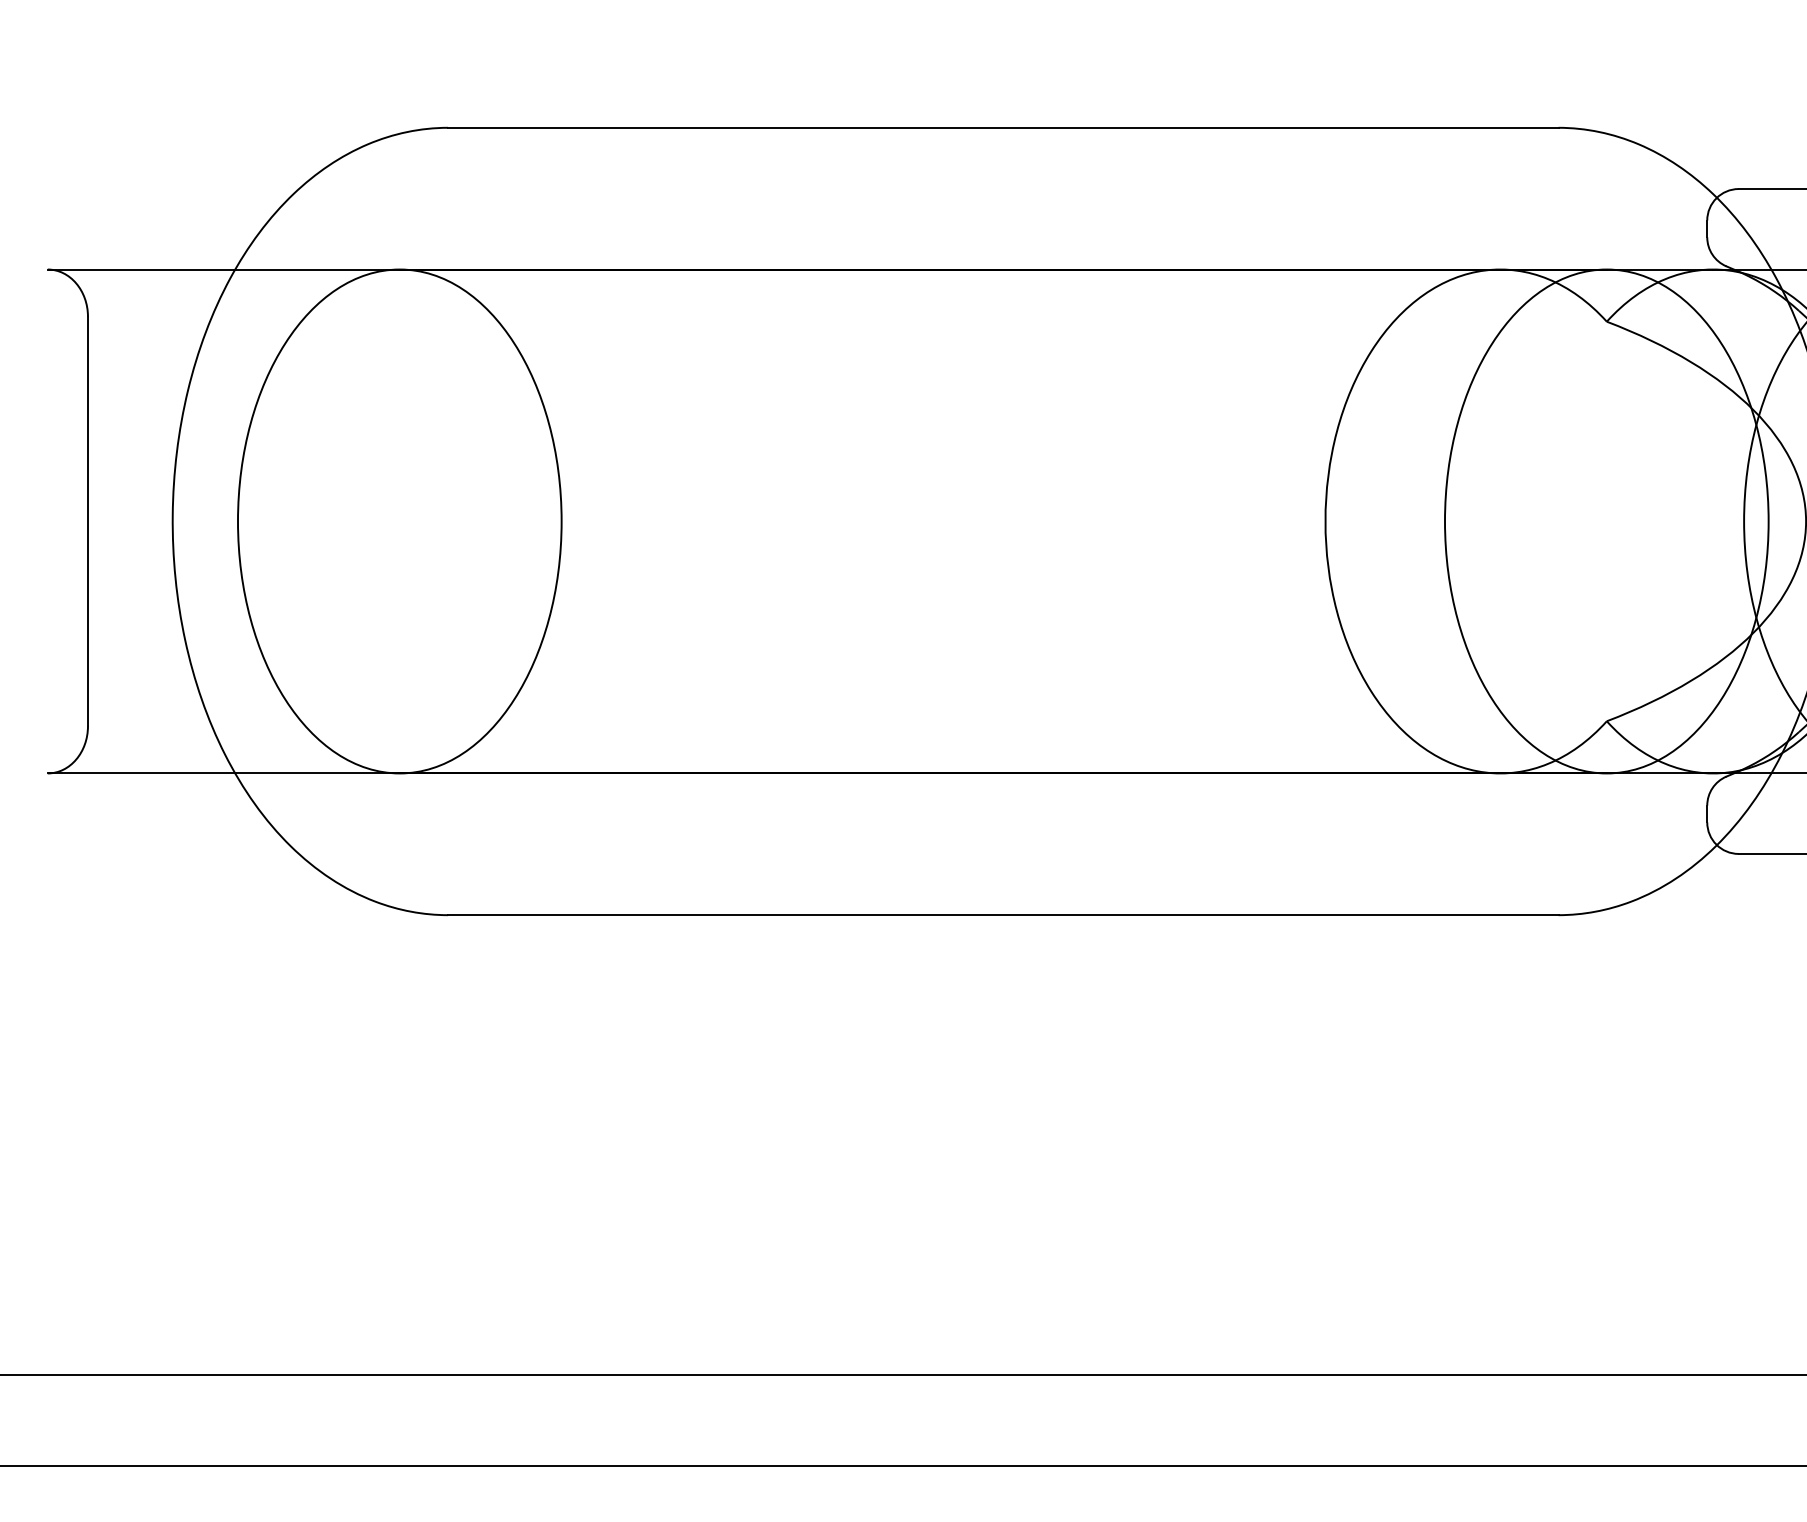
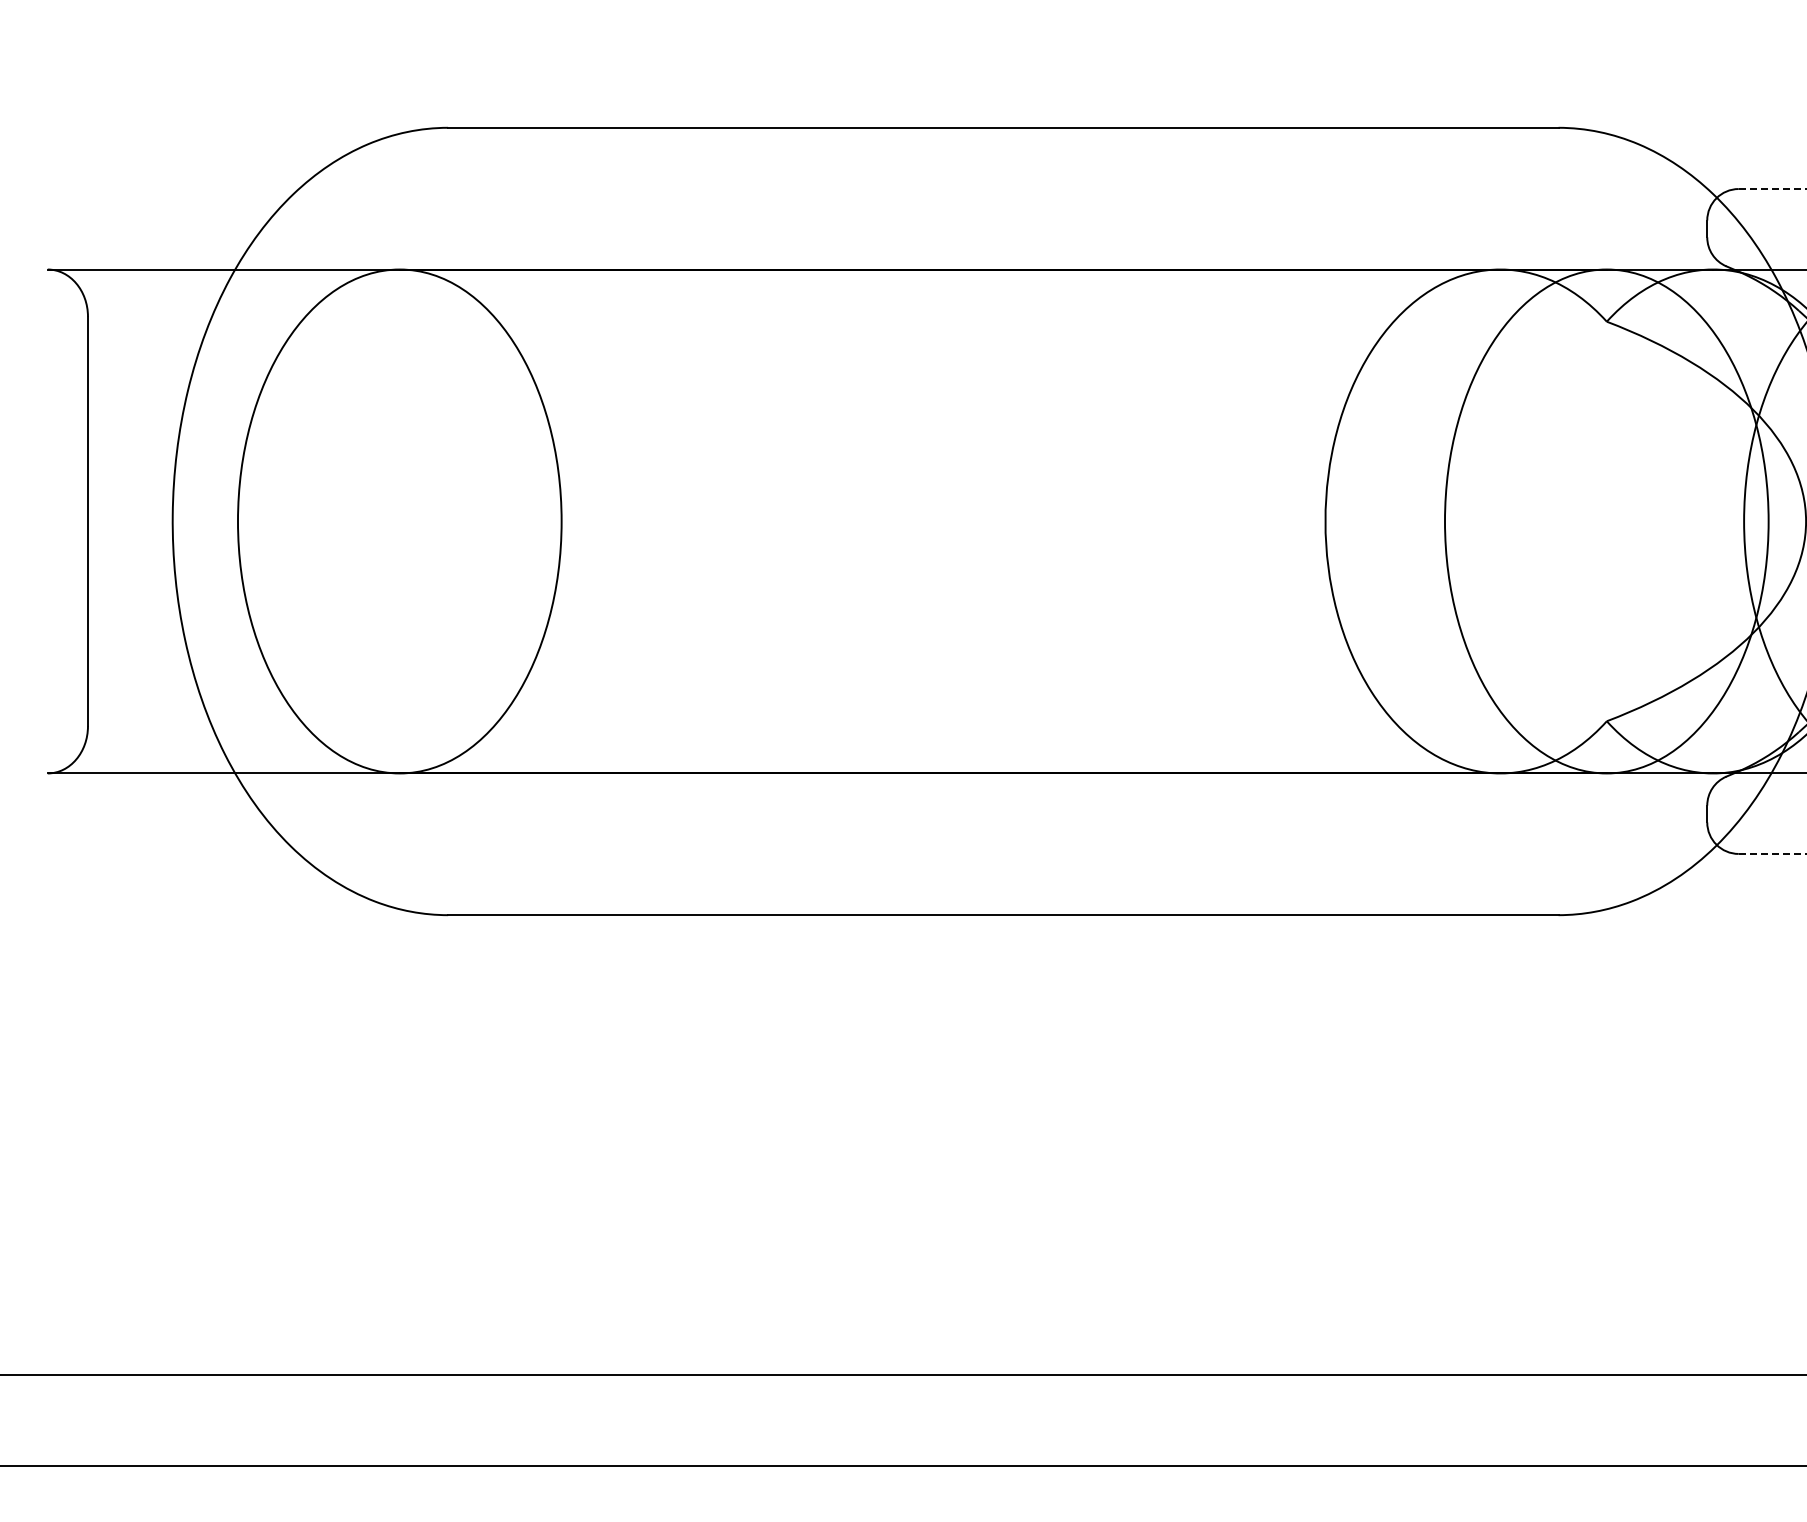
line at (1772, 189): solid -> dashed
line at (1772, 853): solid -> dashed
